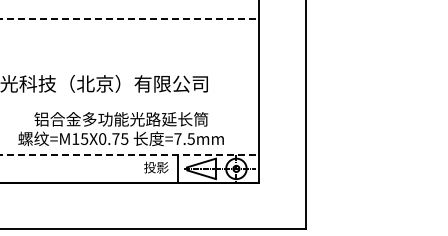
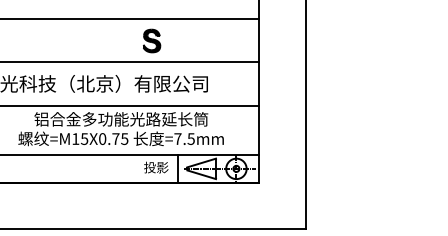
line at (129, 18): dashed -> solid
part at (152, 40): none -> present
line at (130, 62): none -> present
line at (130, 106): none -> present
line at (129, 155): dashed -> solid
